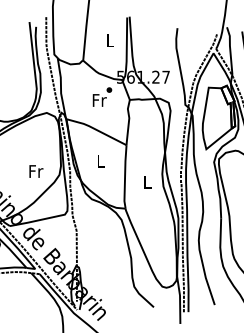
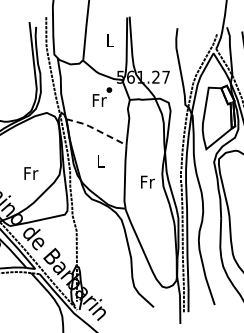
line at (96, 129): solid -> dashed
text at (36, 171) position: (36, 171) -> (31, 173)
text at (147, 181): L -> Fr
